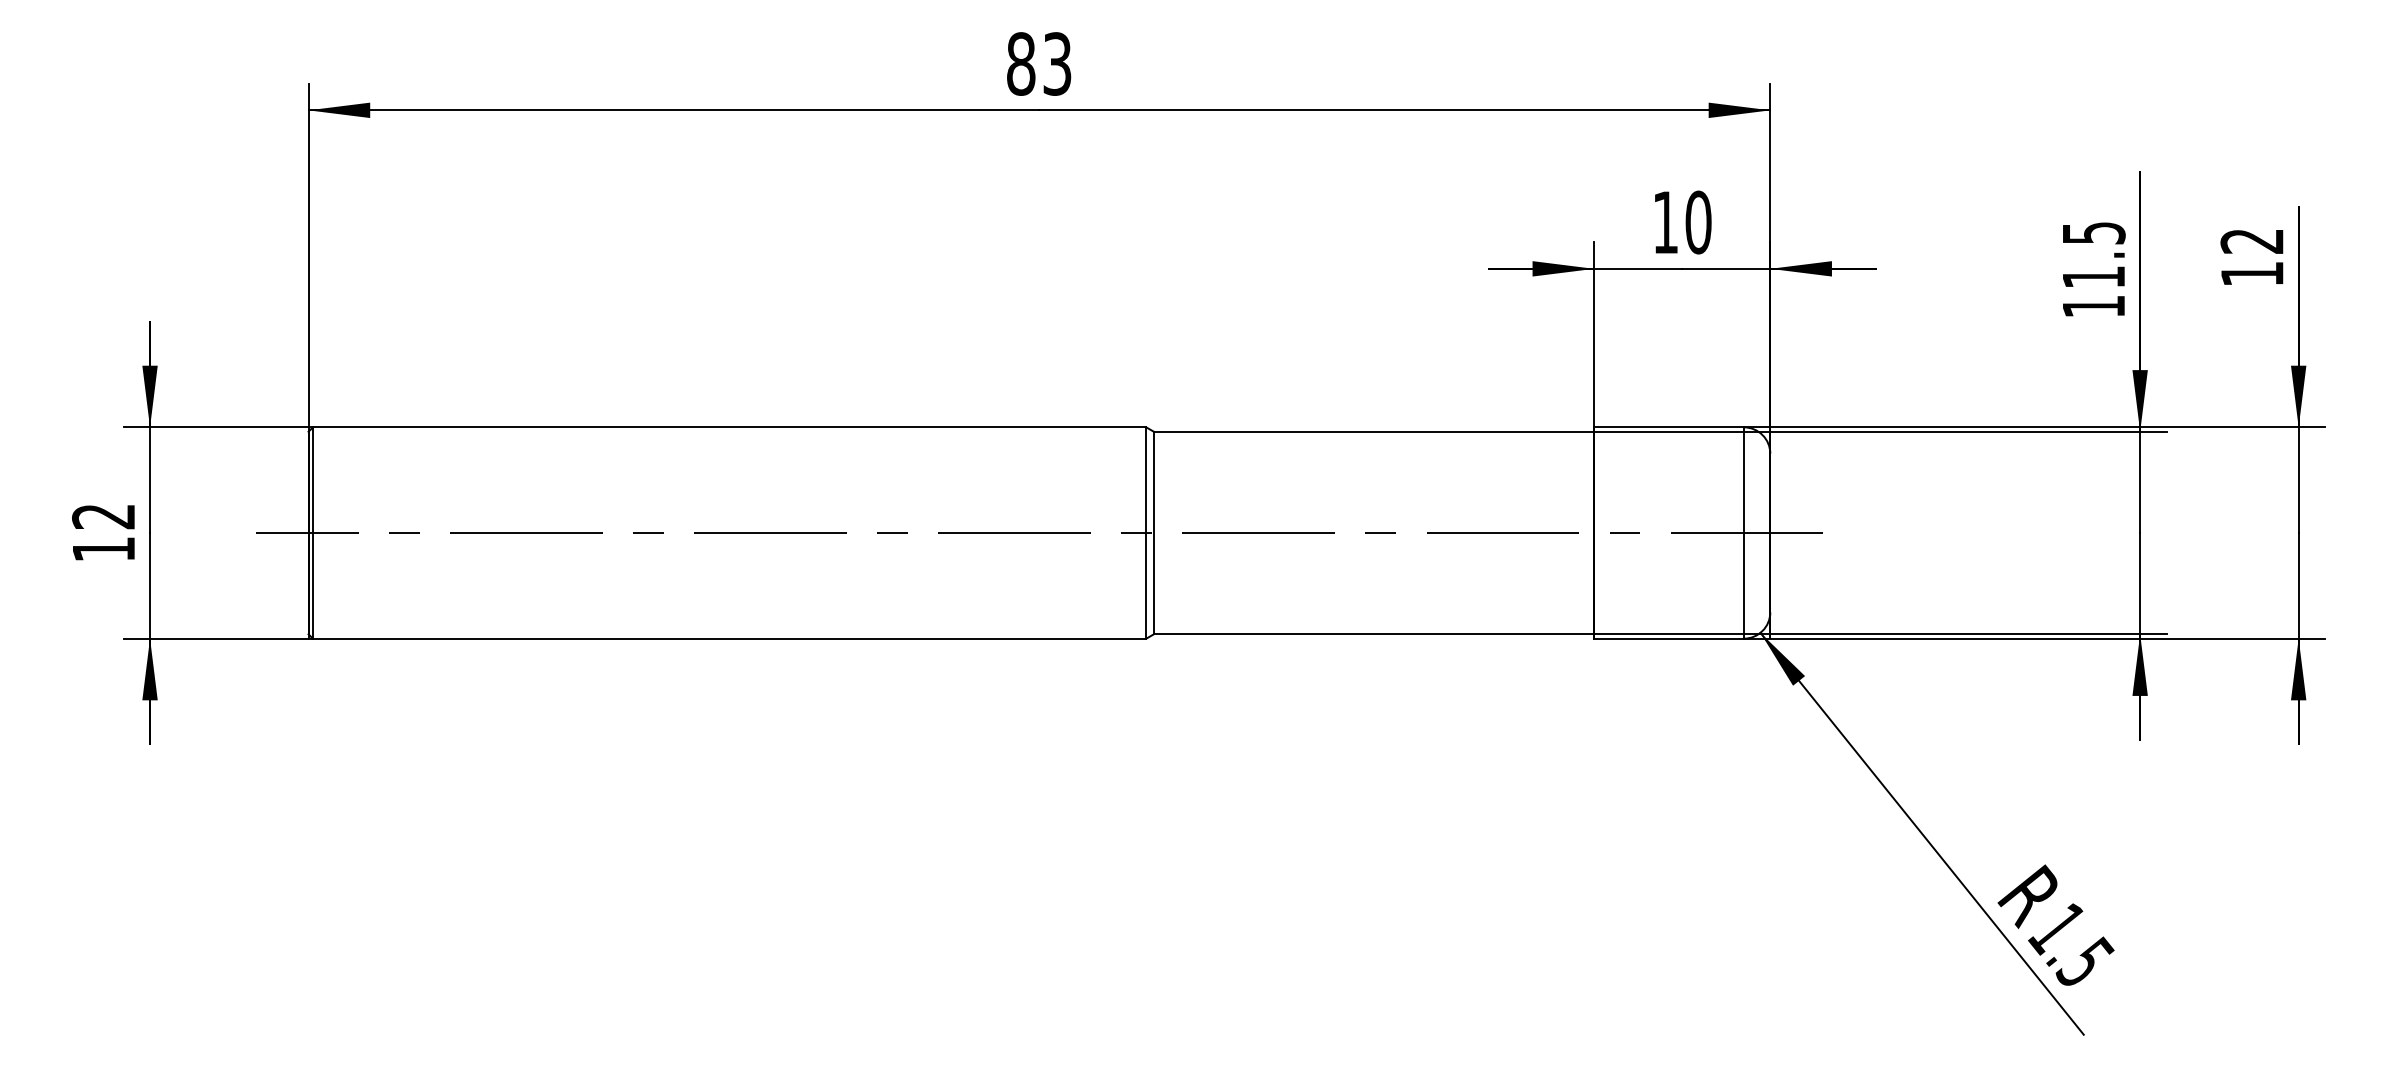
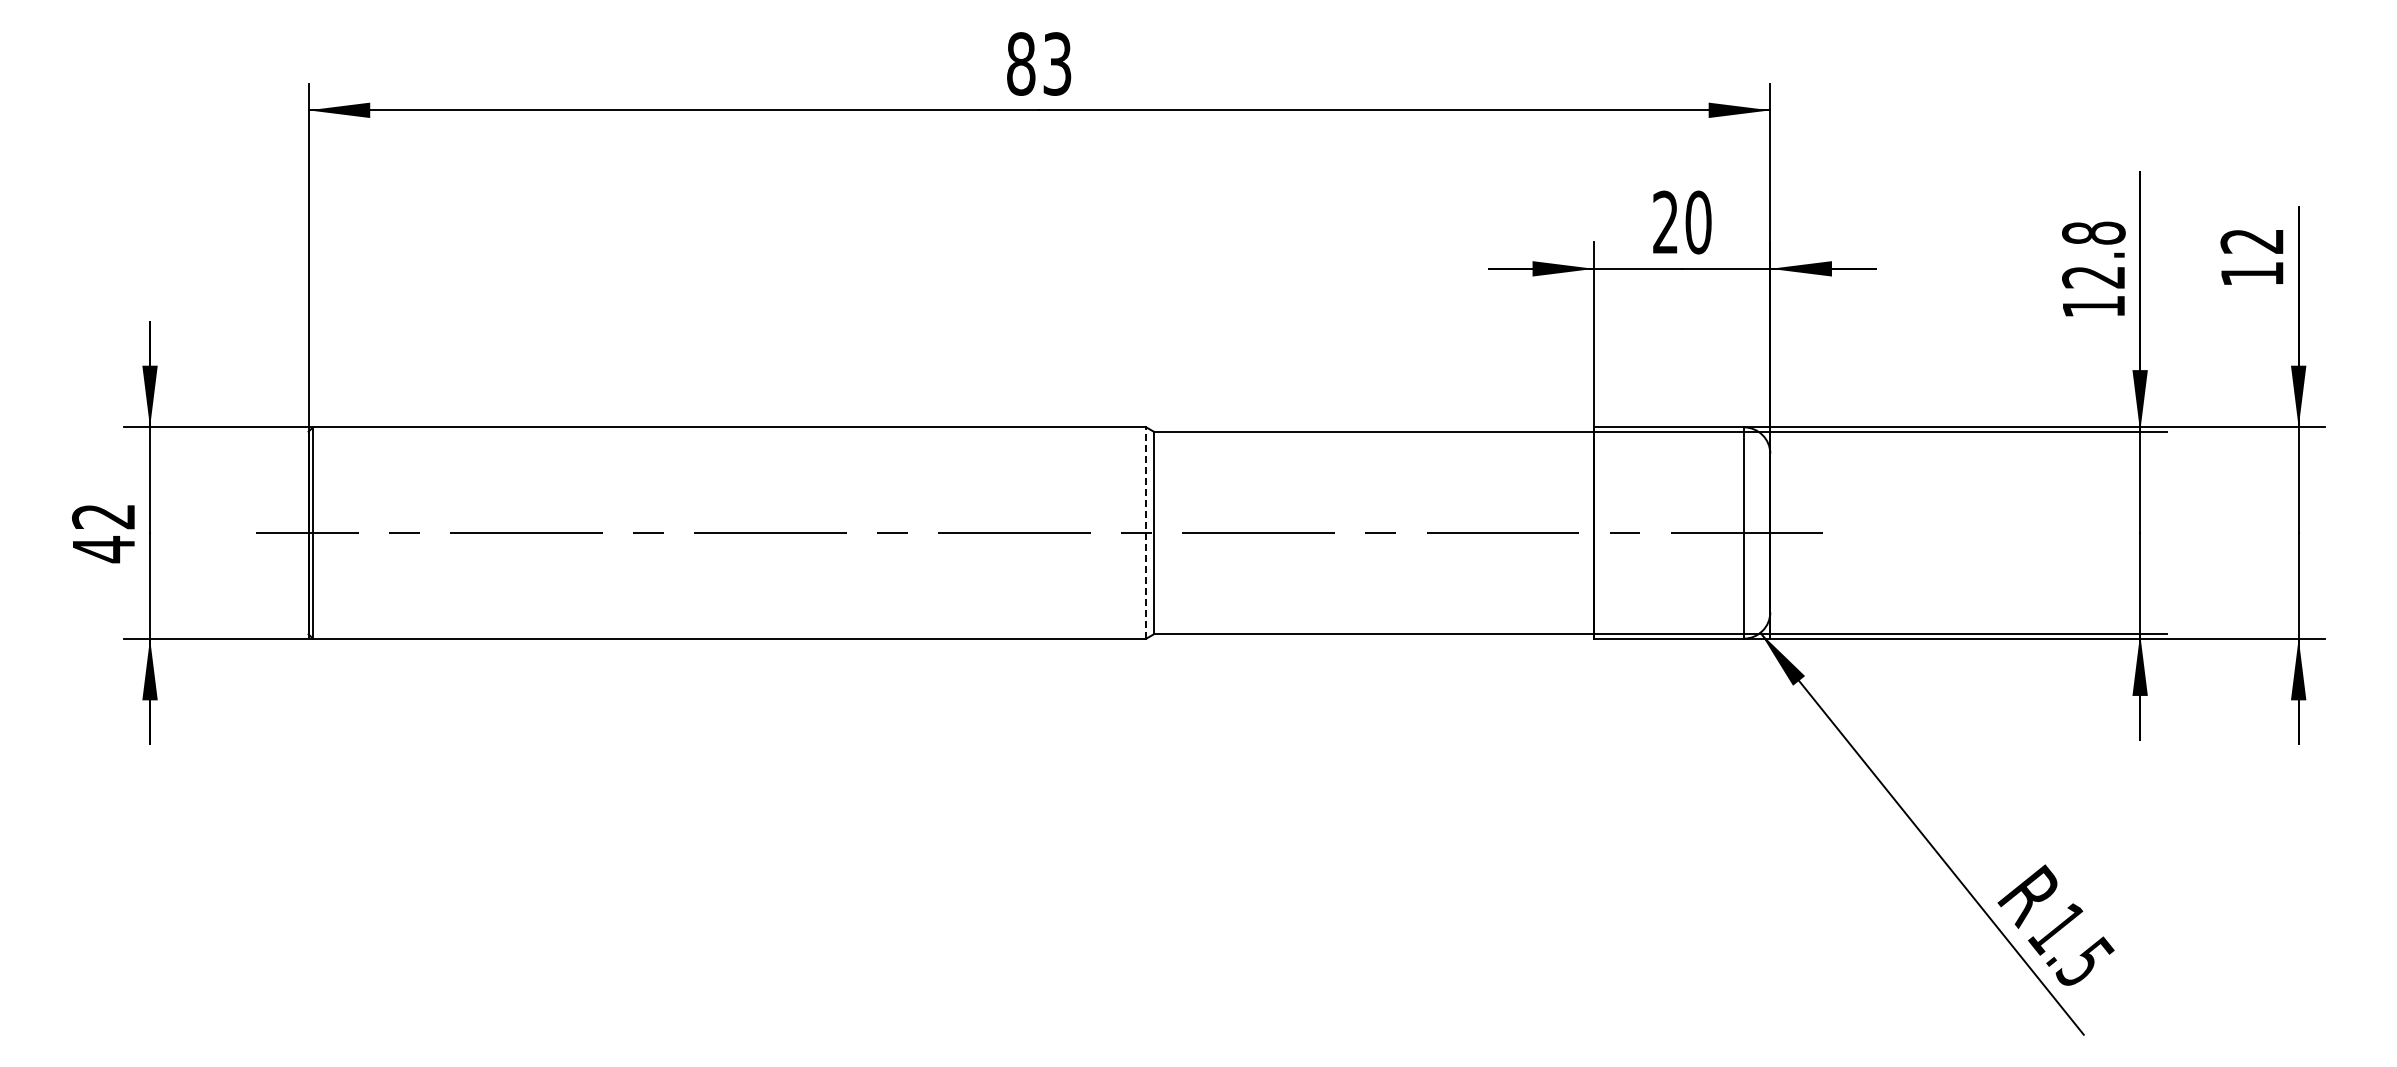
text at (1665, 221): 10 -> 20
text at (2093, 254): 11.5 -> 12.8
line at (1146, 533): solid -> dashed
text at (103, 549): 12 -> 42
